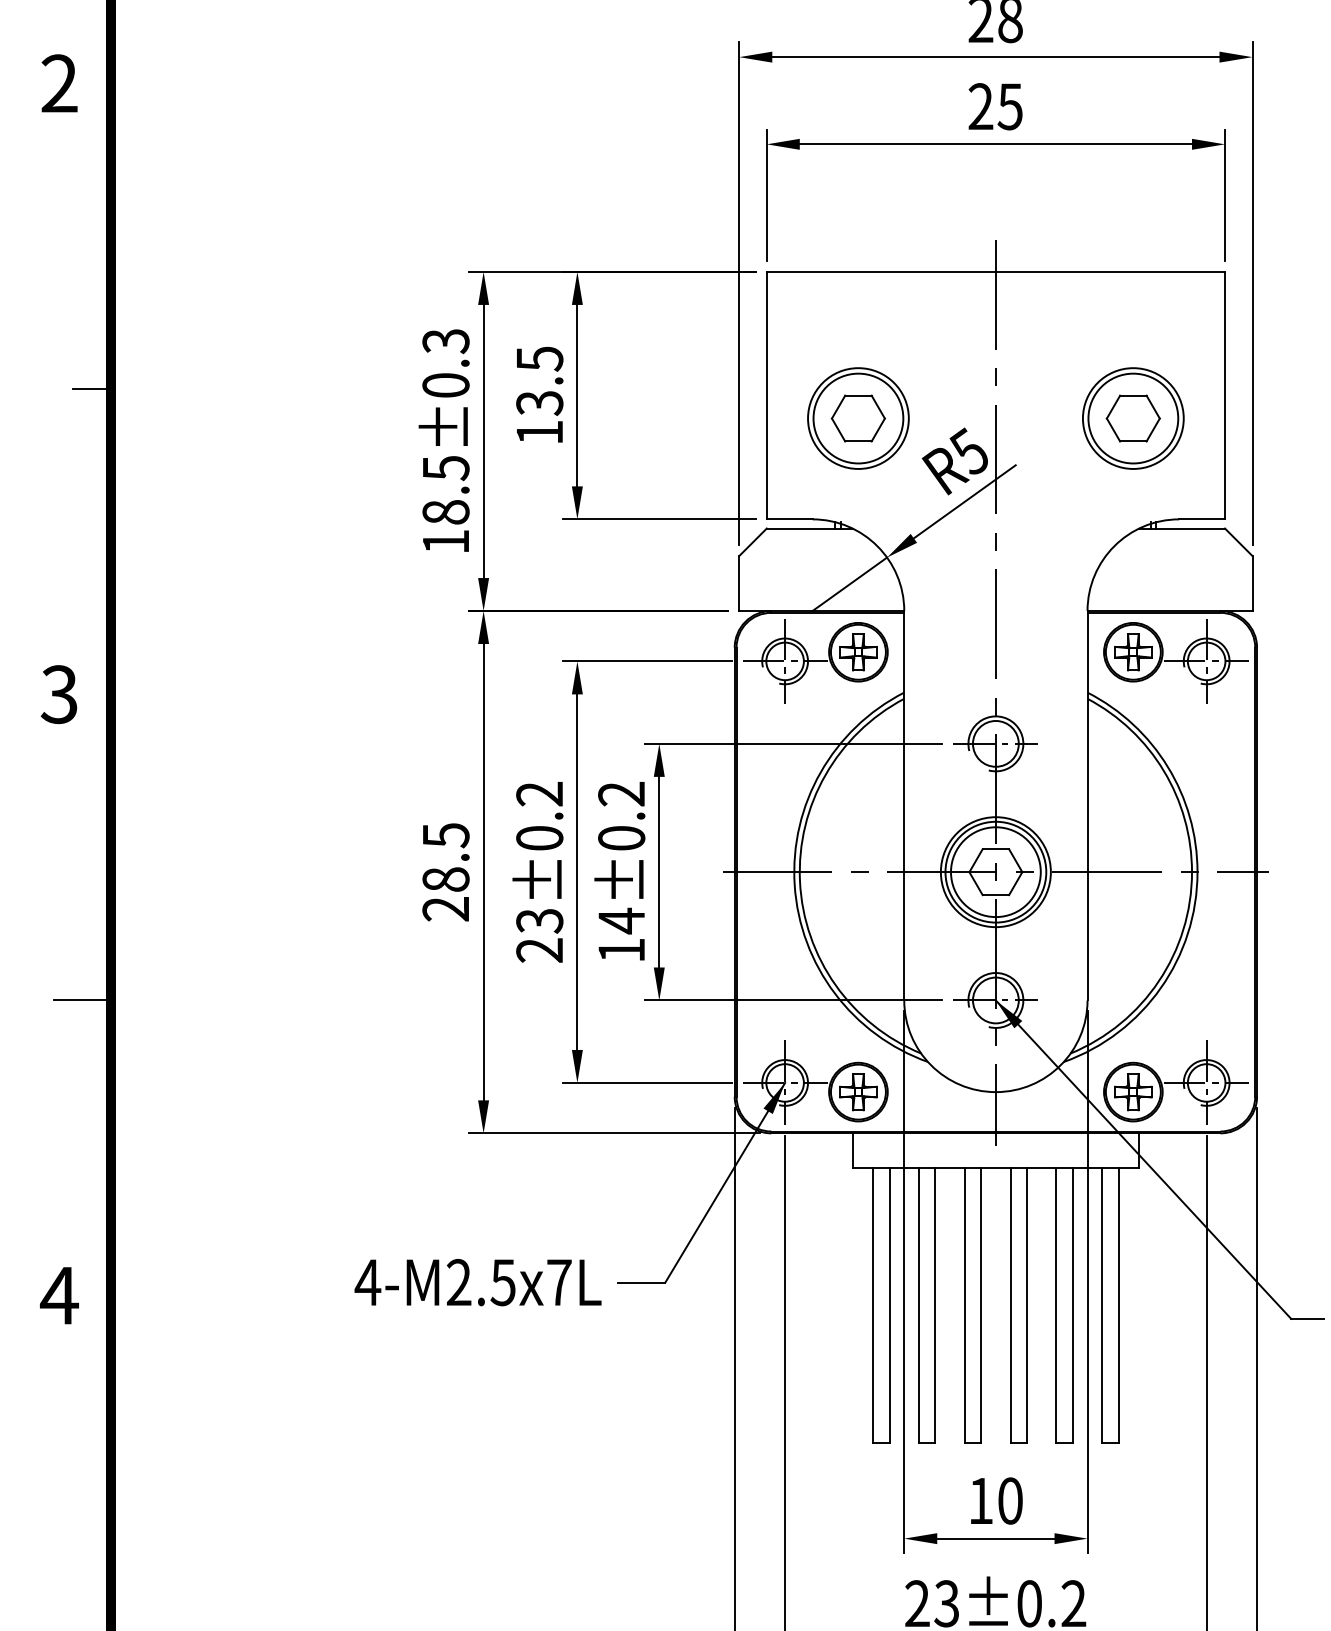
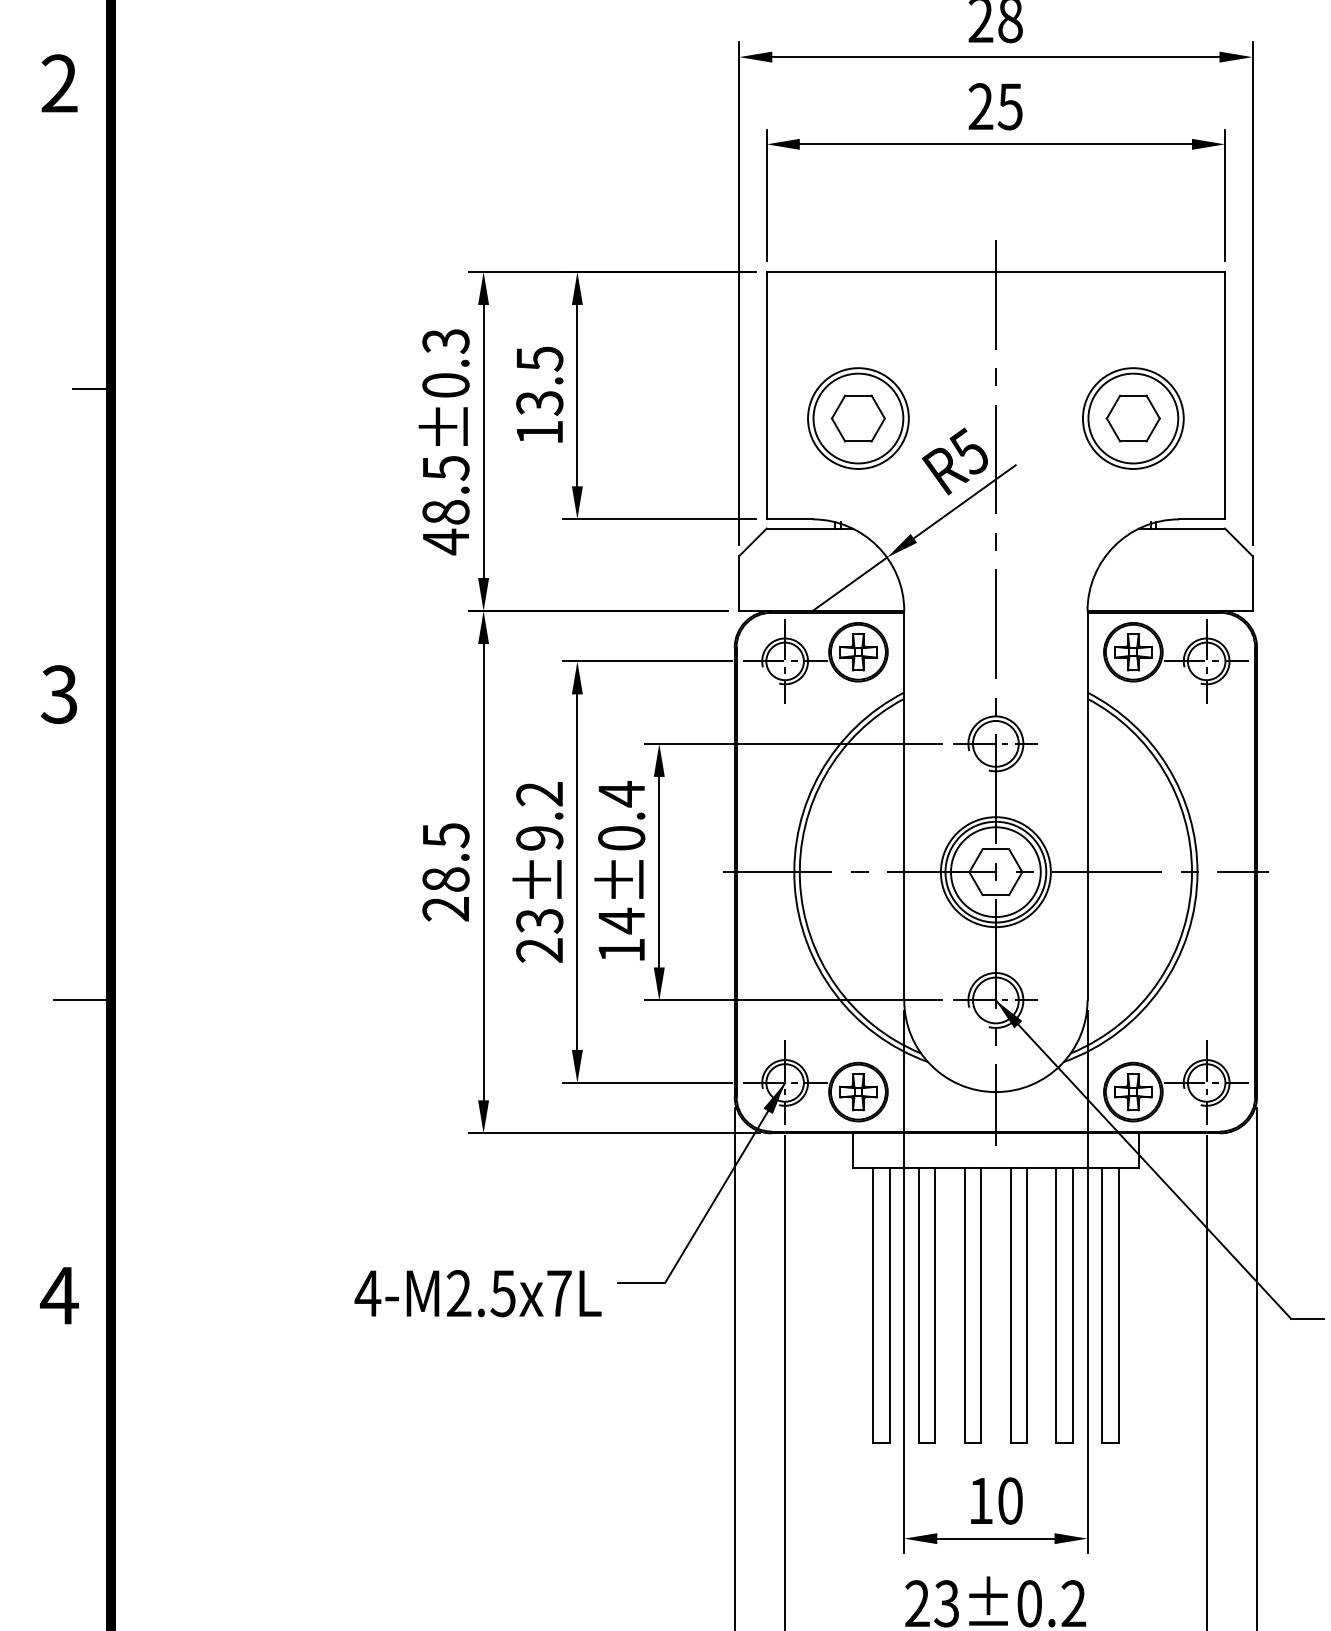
text at (445, 541): 18.5±0.3 -> 48.5±0.3
text at (621, 794): 14±0.2 -> 14±0.4
text at (539, 838): 23±0.2 -> 23±9.2
text at (477, 1282) position: (477, 1282) -> (477, 1293)
